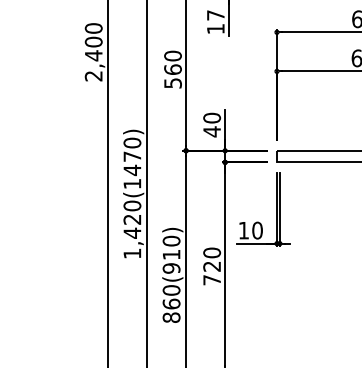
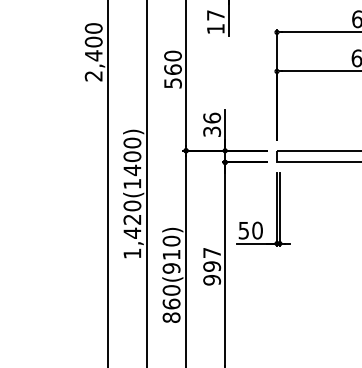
text at (212, 124): 40 -> 36
text at (132, 156): 1,420(1470) -> 1,420(1400)
text at (243, 230): 10 -> 50
text at (212, 266): 720 -> 997
